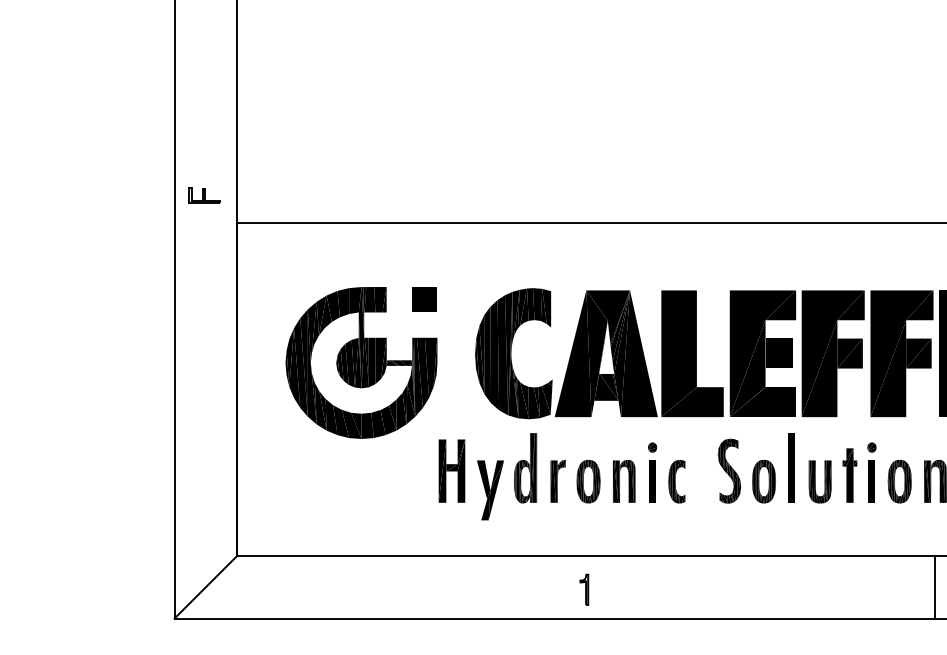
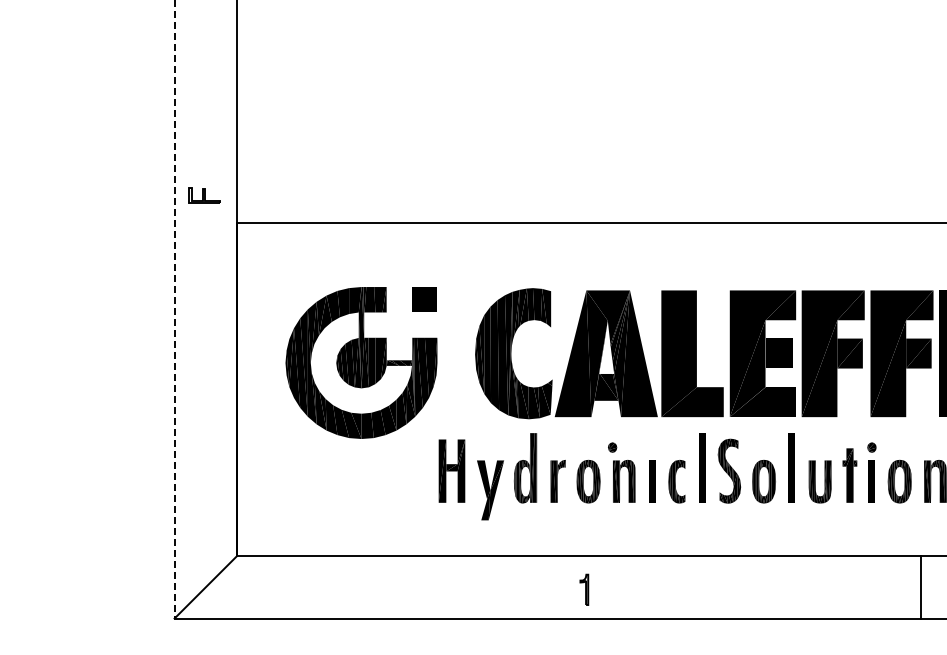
line at (174, 309): solid -> dashed
part at (652, 447) position: (652, 447) -> (612, 447)
part at (702, 467): none -> present
line at (935, 587) position: (935, 587) -> (921, 587)
